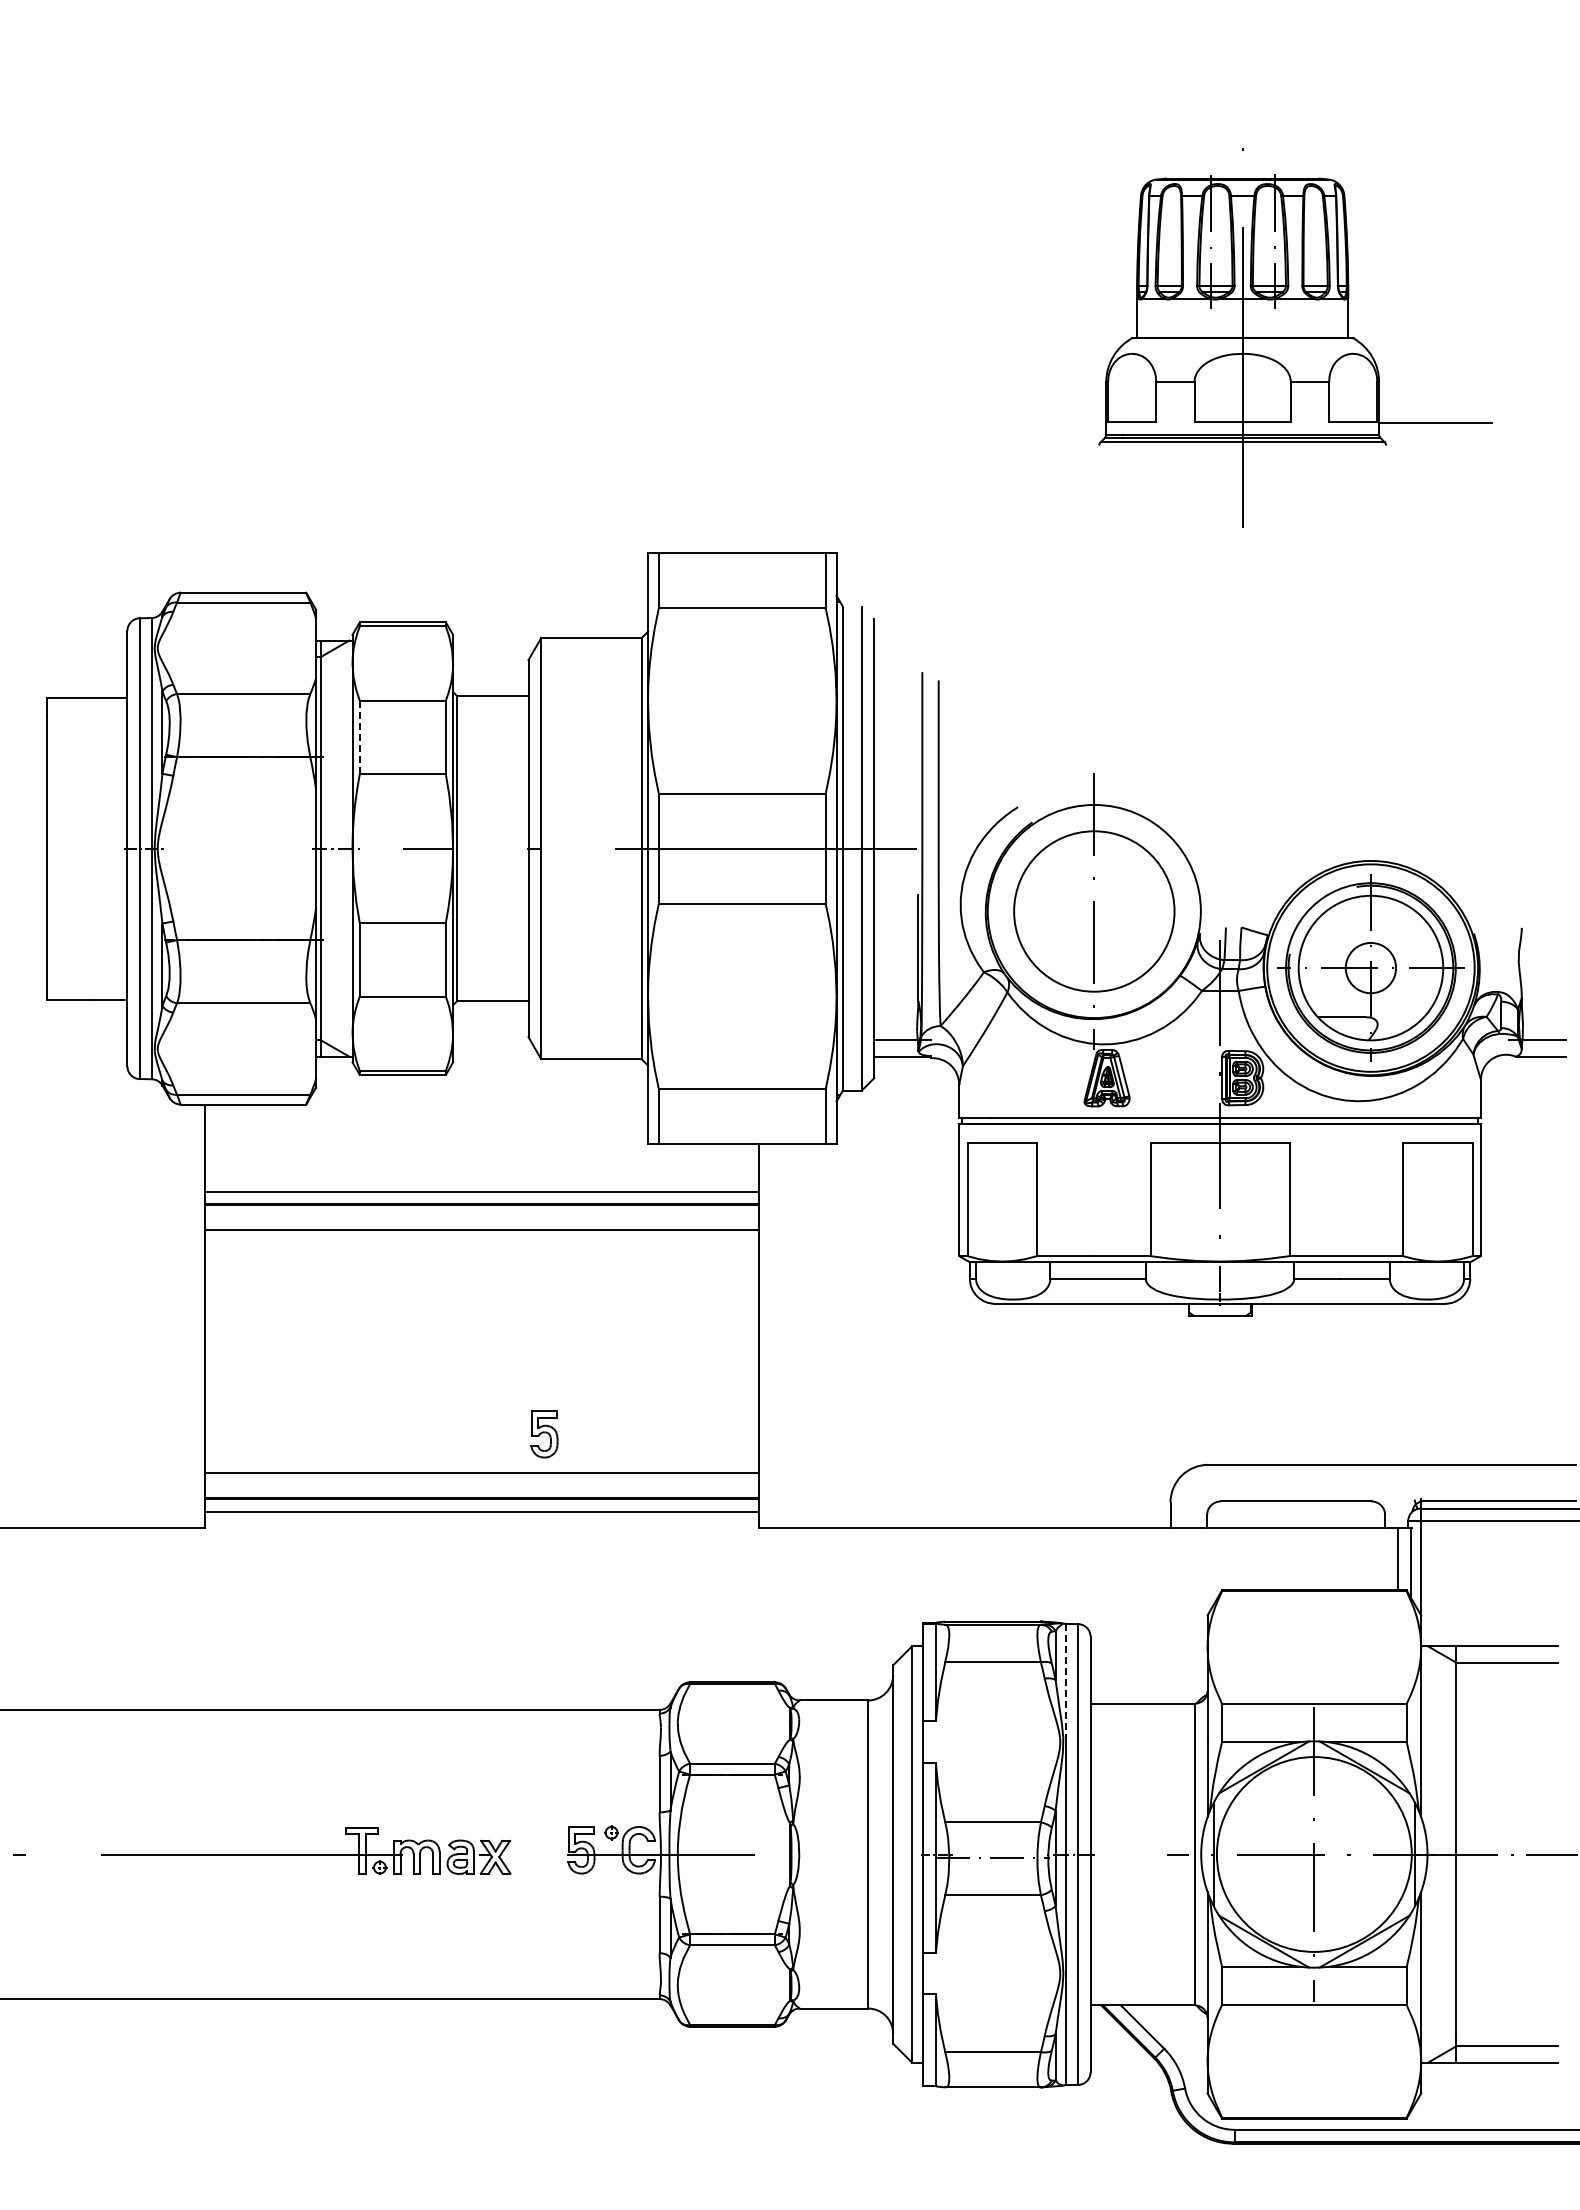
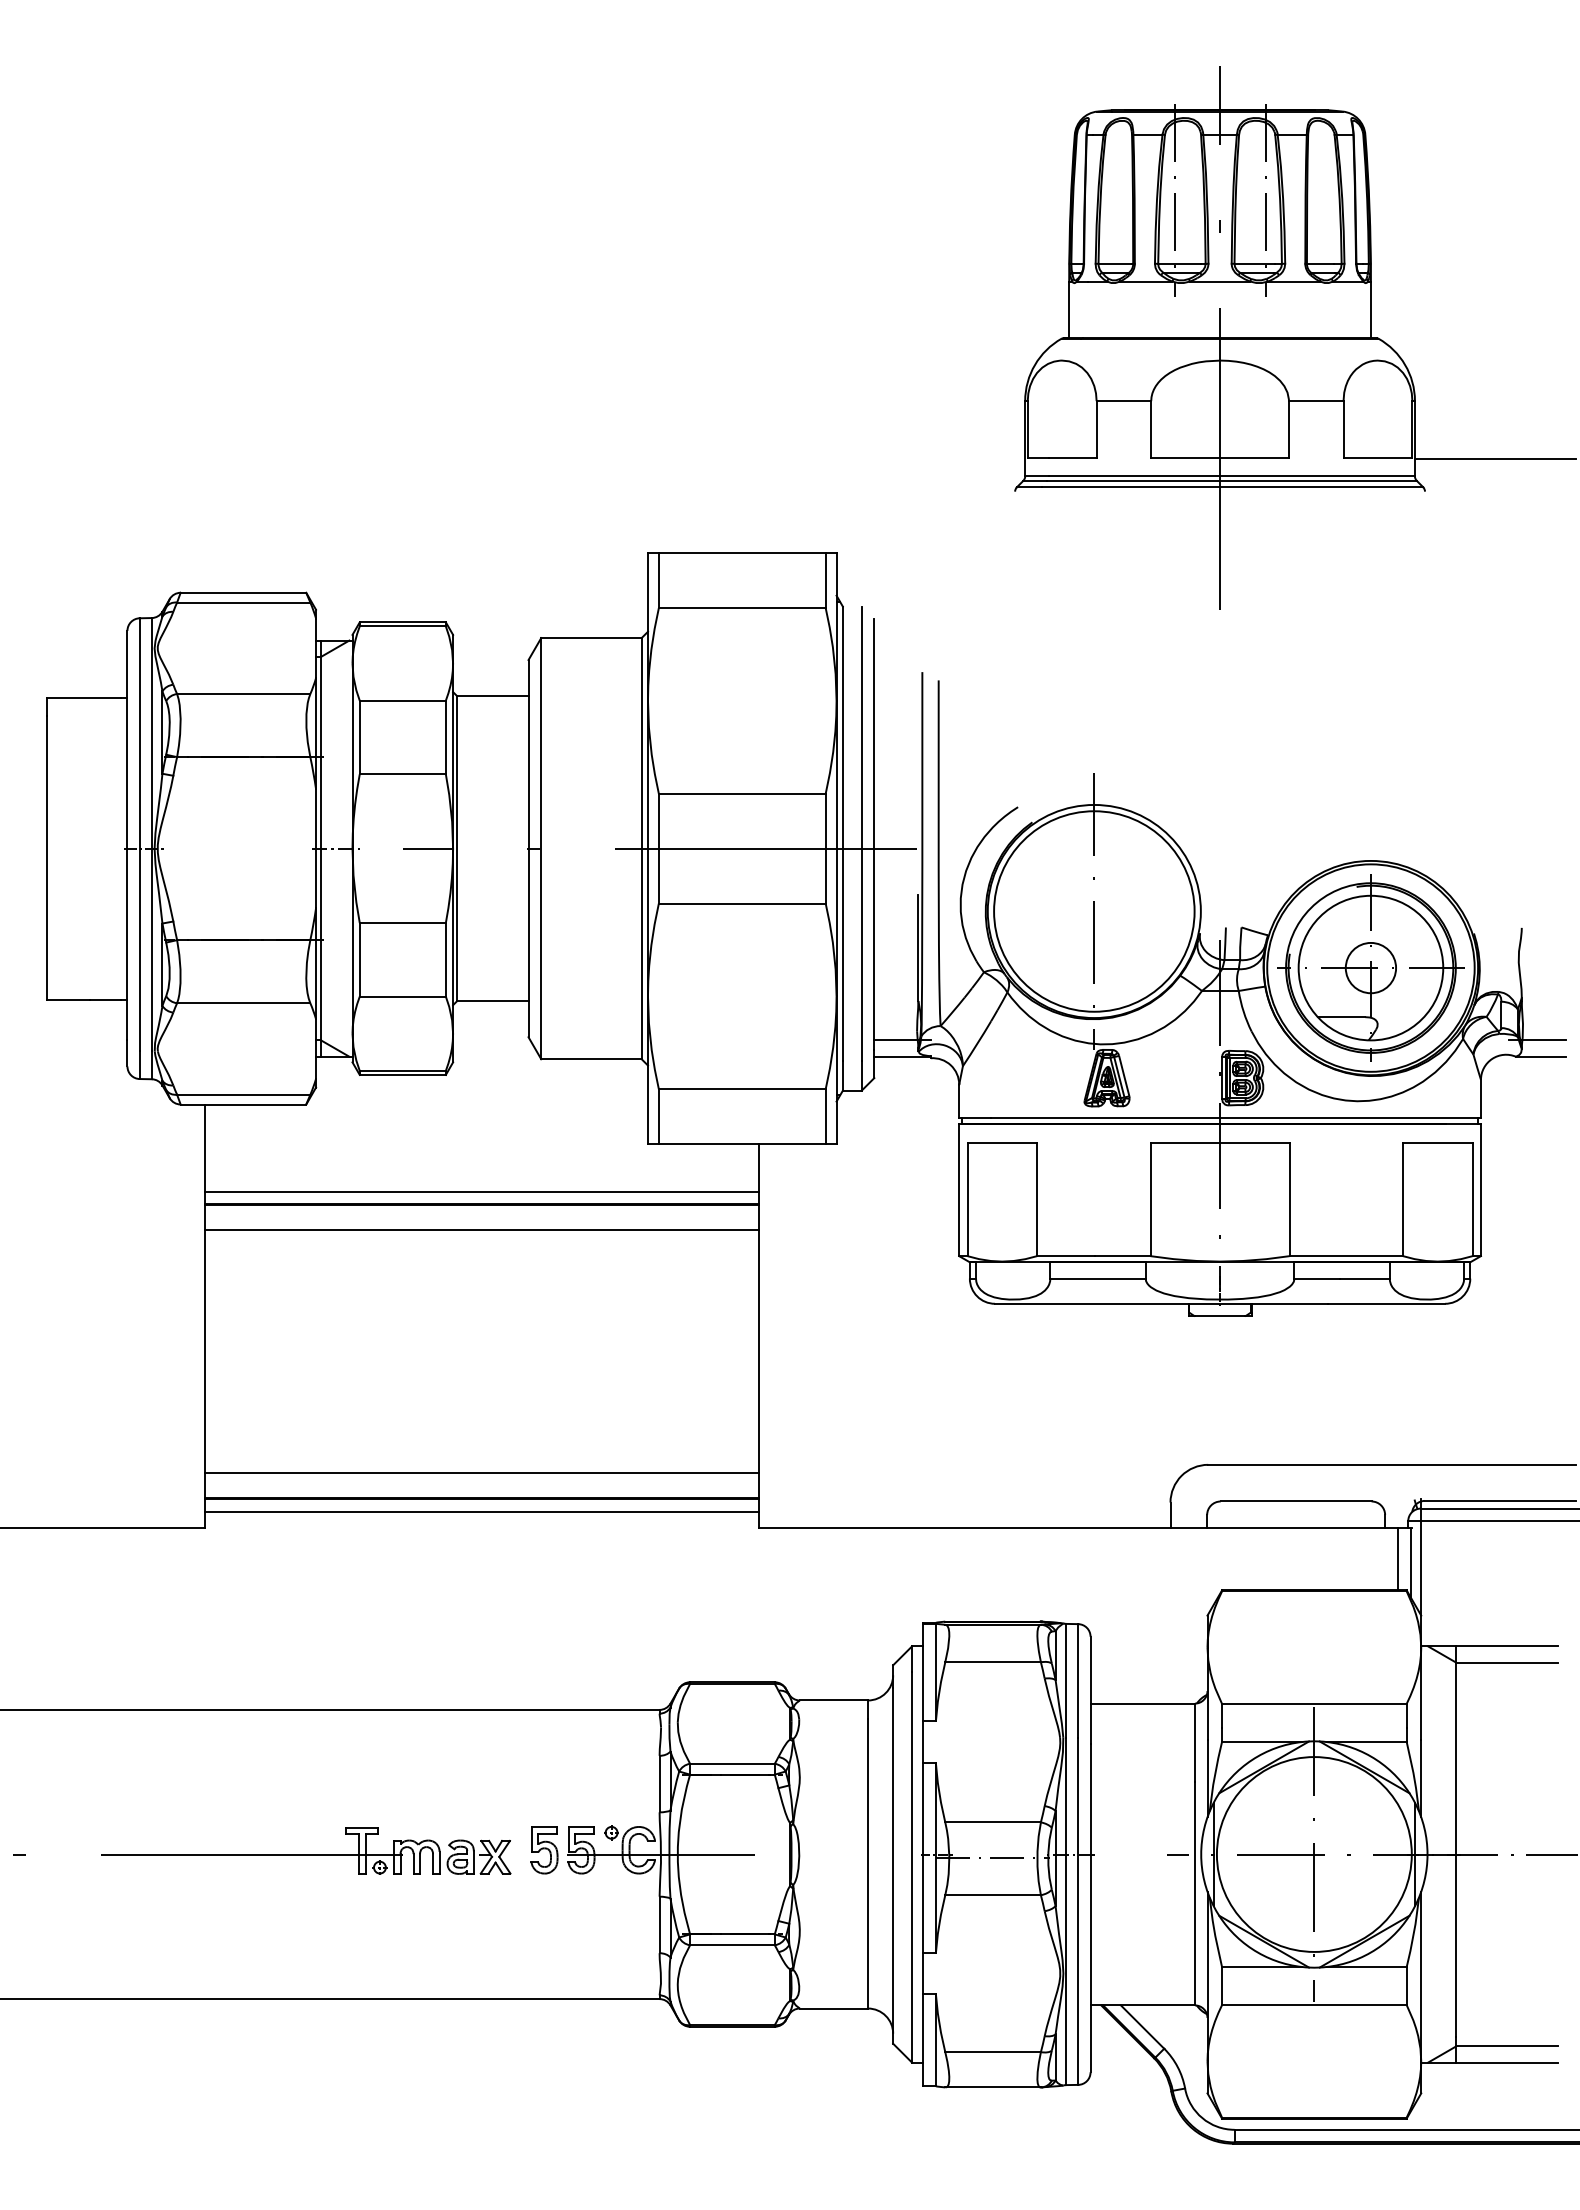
part at (1295, 337) size: 395x380 px -> 563x544 px
line at (359, 737): dashed -> solid
circle at (1094, 911) diameter: 160 px -> 201 px
part at (544, 1434) position: (544, 1434) -> (544, 1850)
line at (1066, 1681): dashed -> solid
